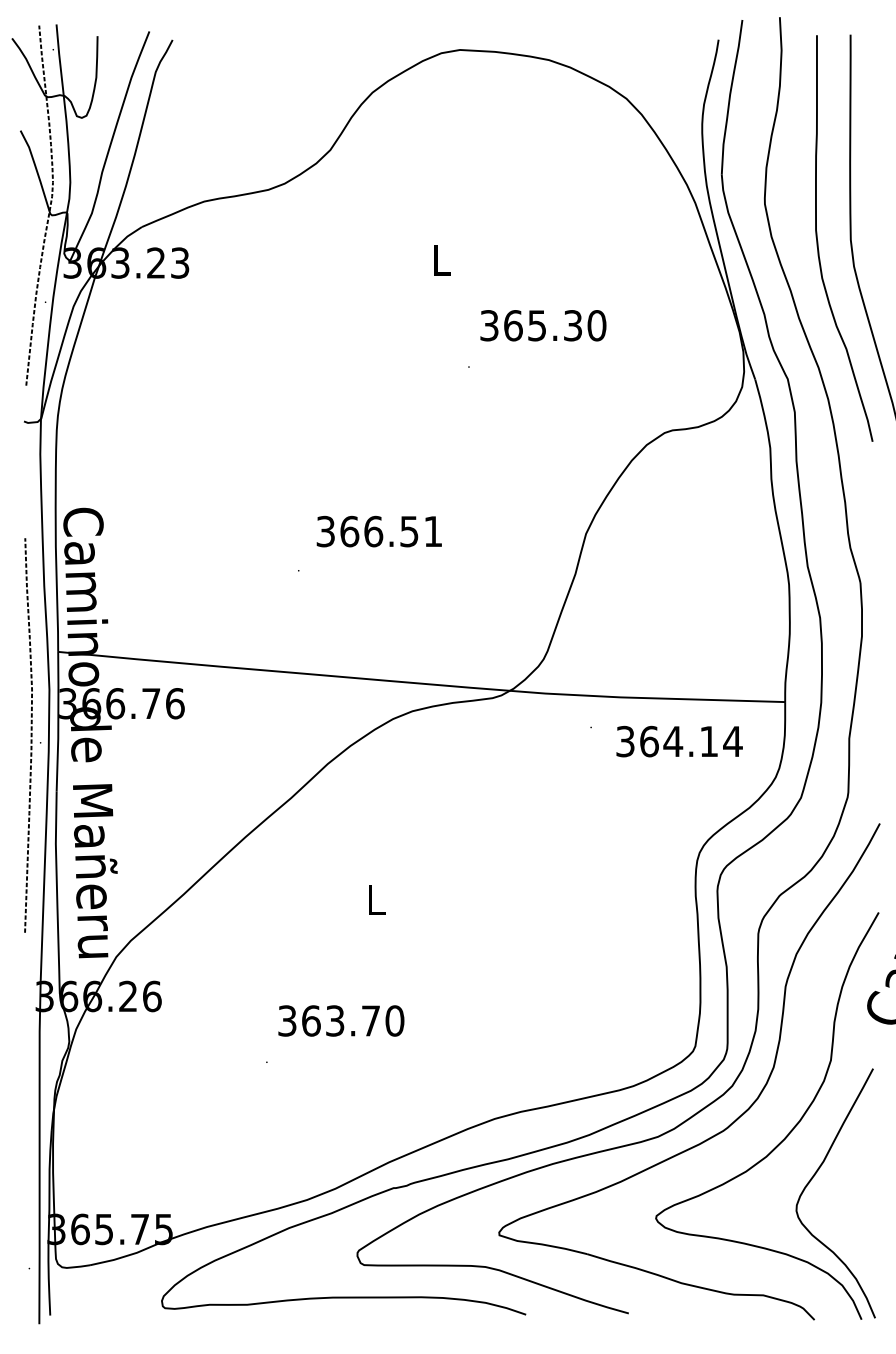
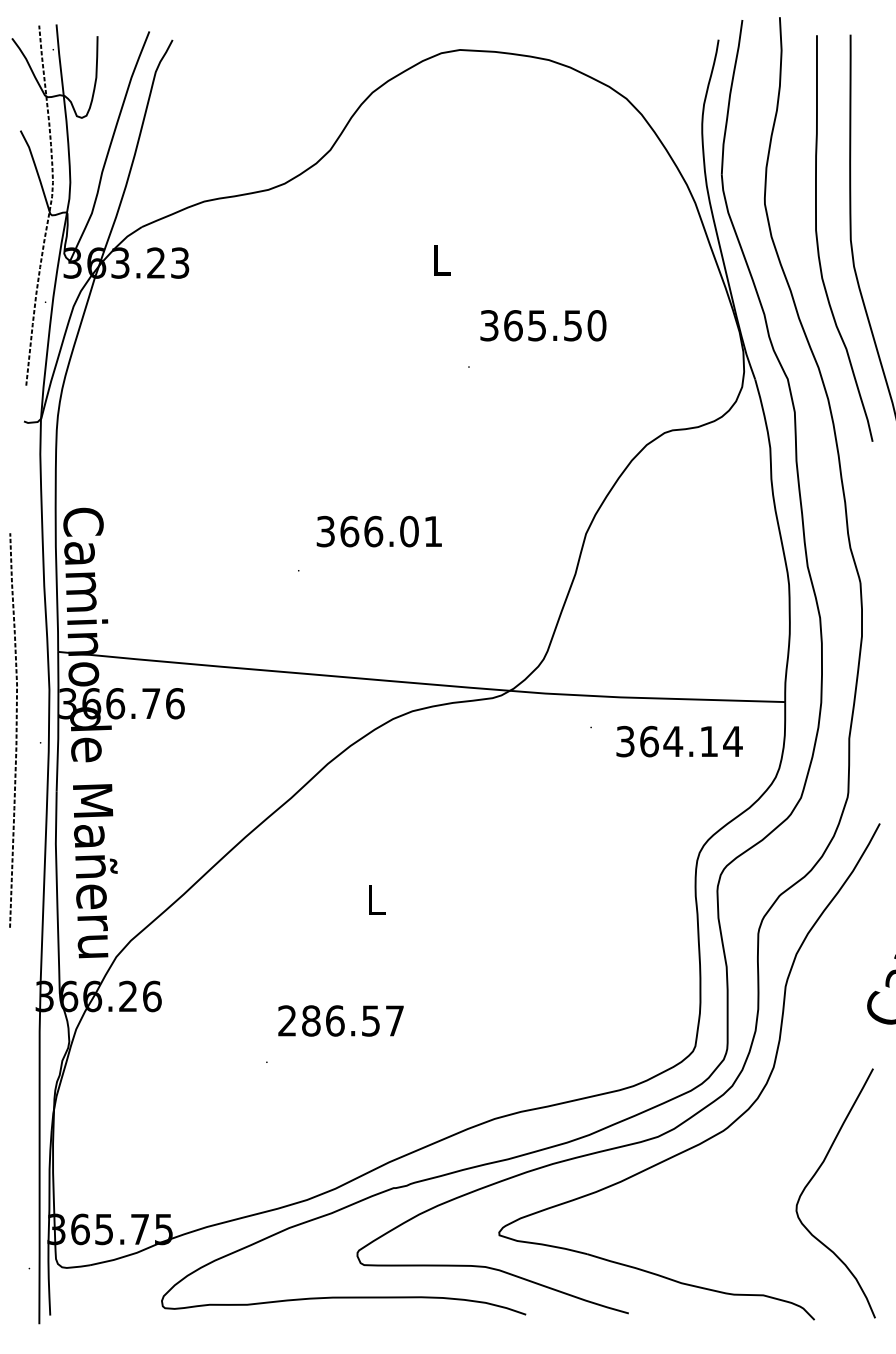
text at (572, 325): 365.30 -> 365.50
text at (409, 531): 366.51 -> 366.01
curve at (30, 735) position: (30, 735) -> (15, 730)
text at (341, 1020): 363.70 -> 286.57
curve at (789, 1131): present -> none
